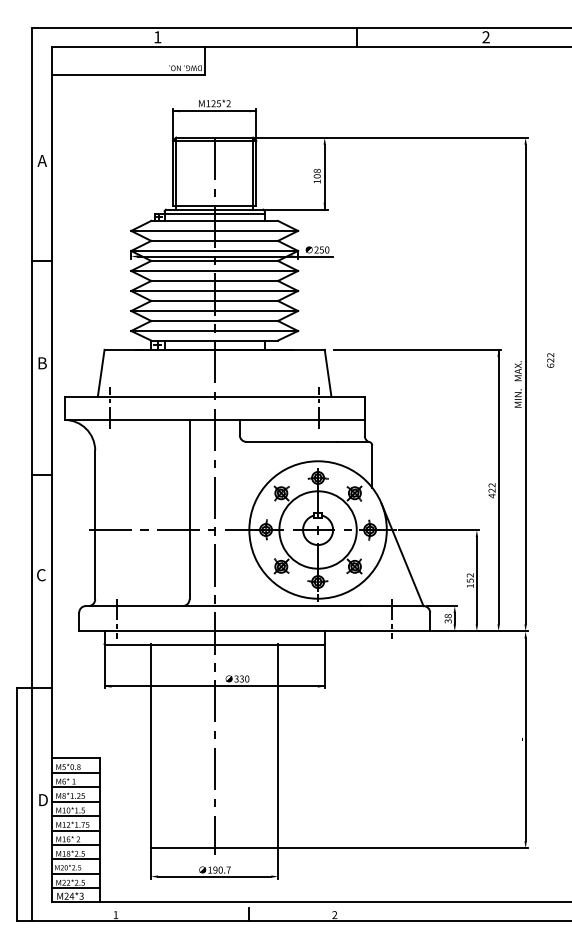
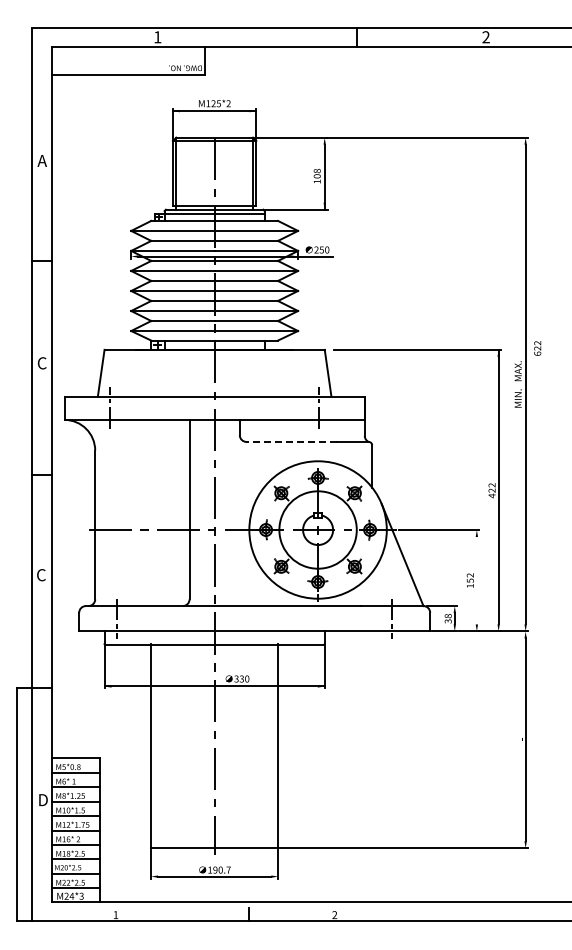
text at (550, 360) position: (550, 360) -> (537, 348)
text at (41, 363): B -> C
line at (291, 441): solid -> dashed
line at (476, 580): present -> none
